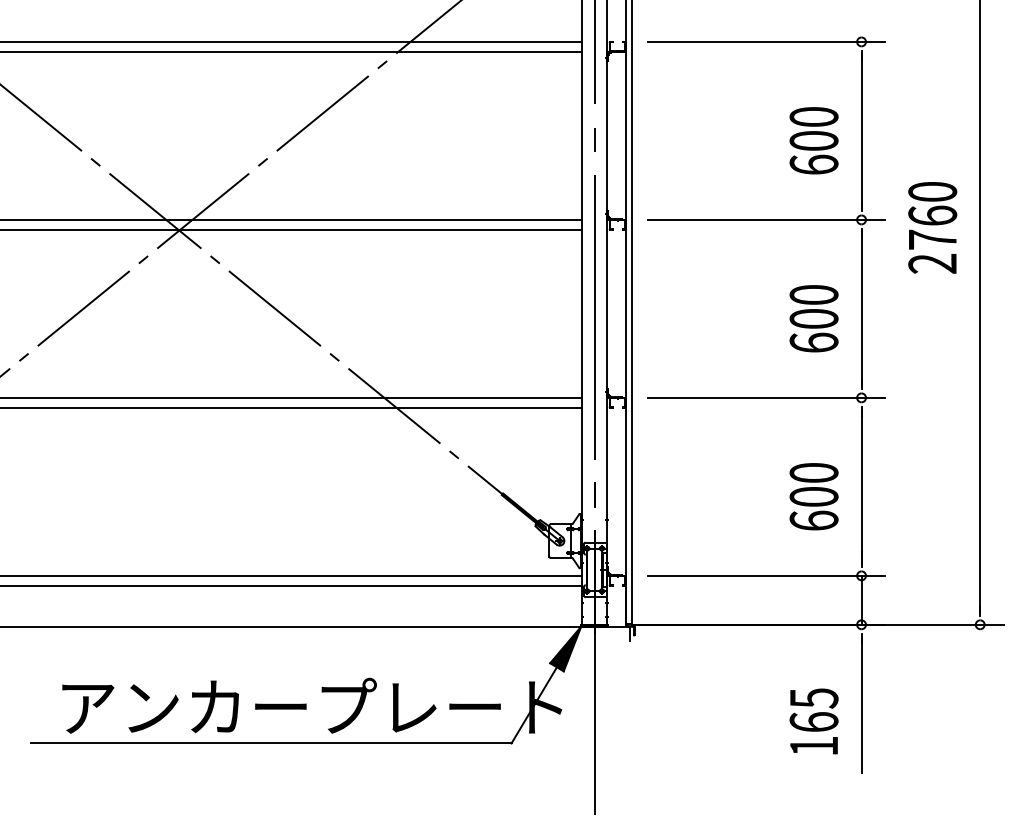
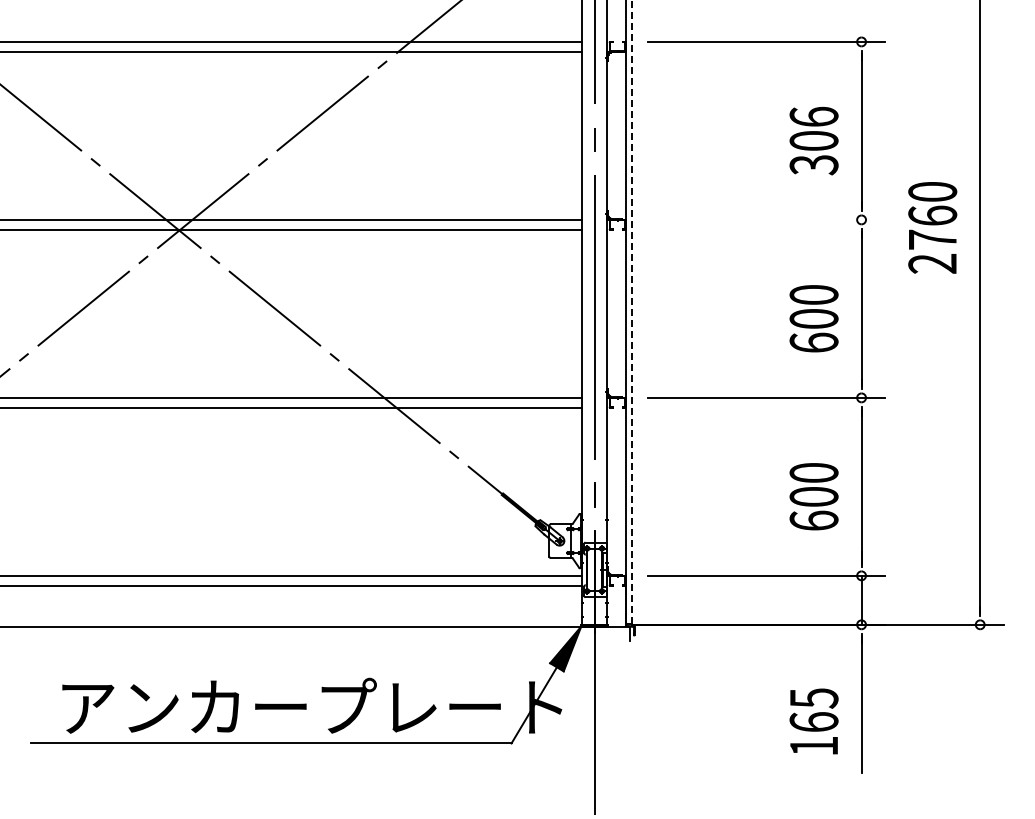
text at (813, 140): 600 -> 306
line at (766, 219): present -> none
line at (631, 311): solid -> dashed
